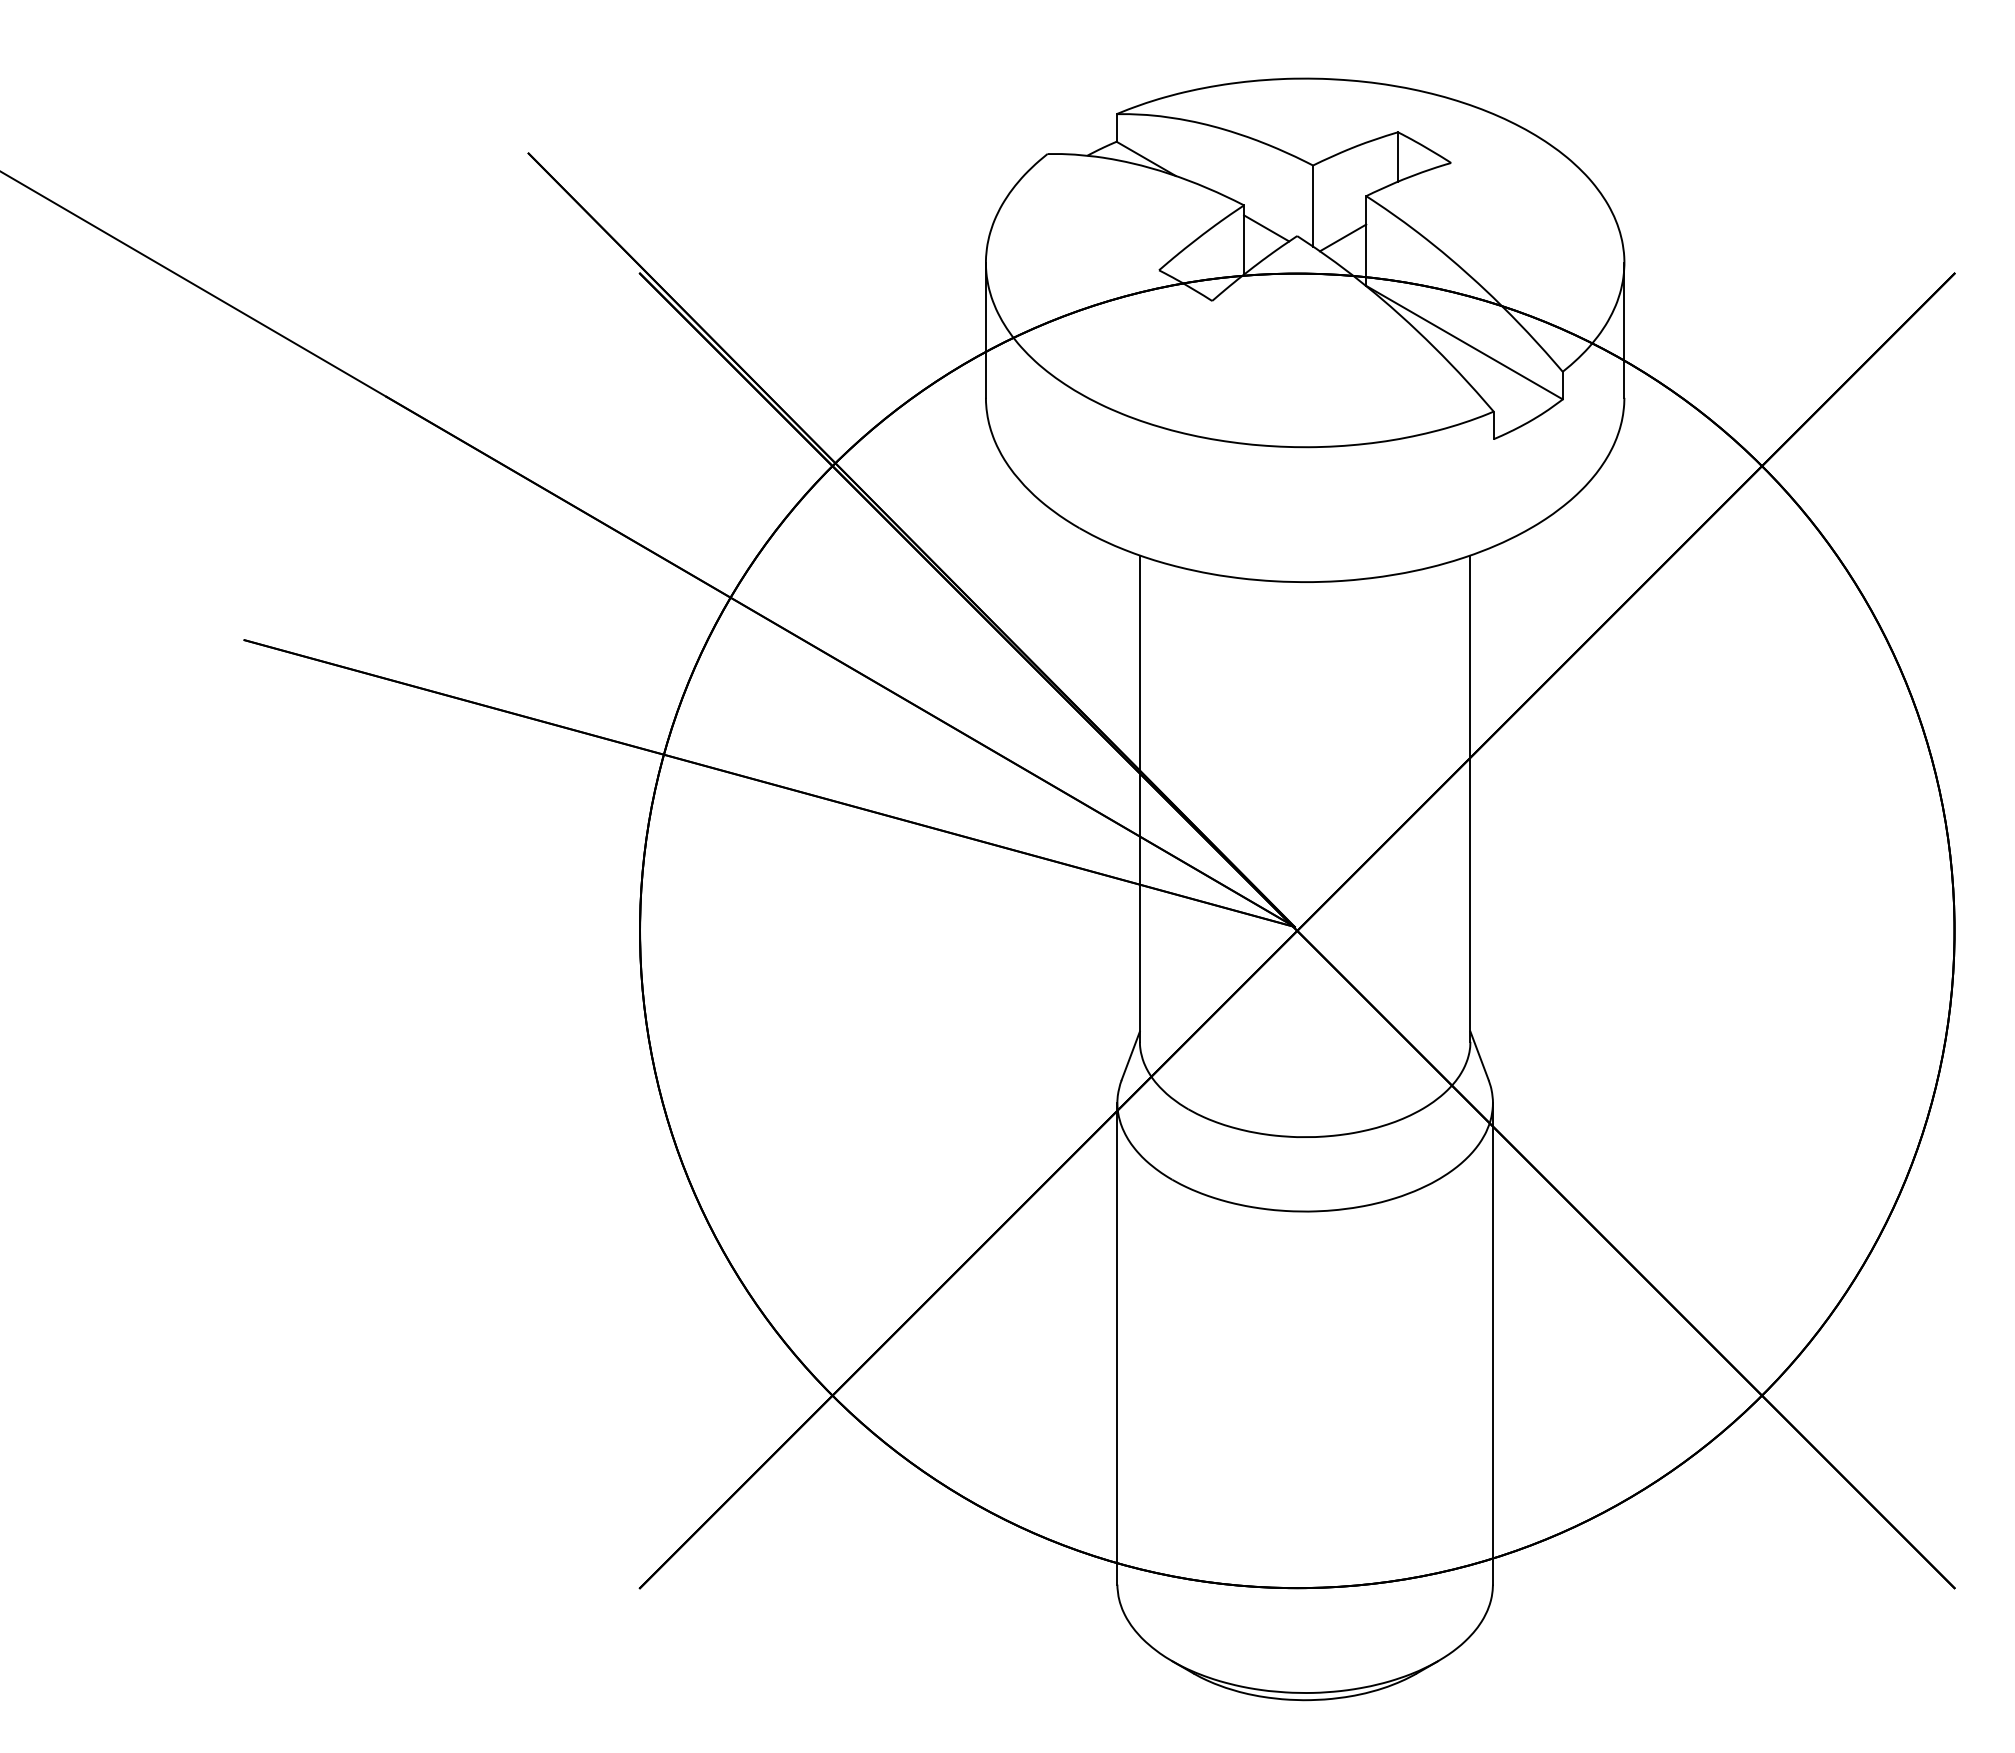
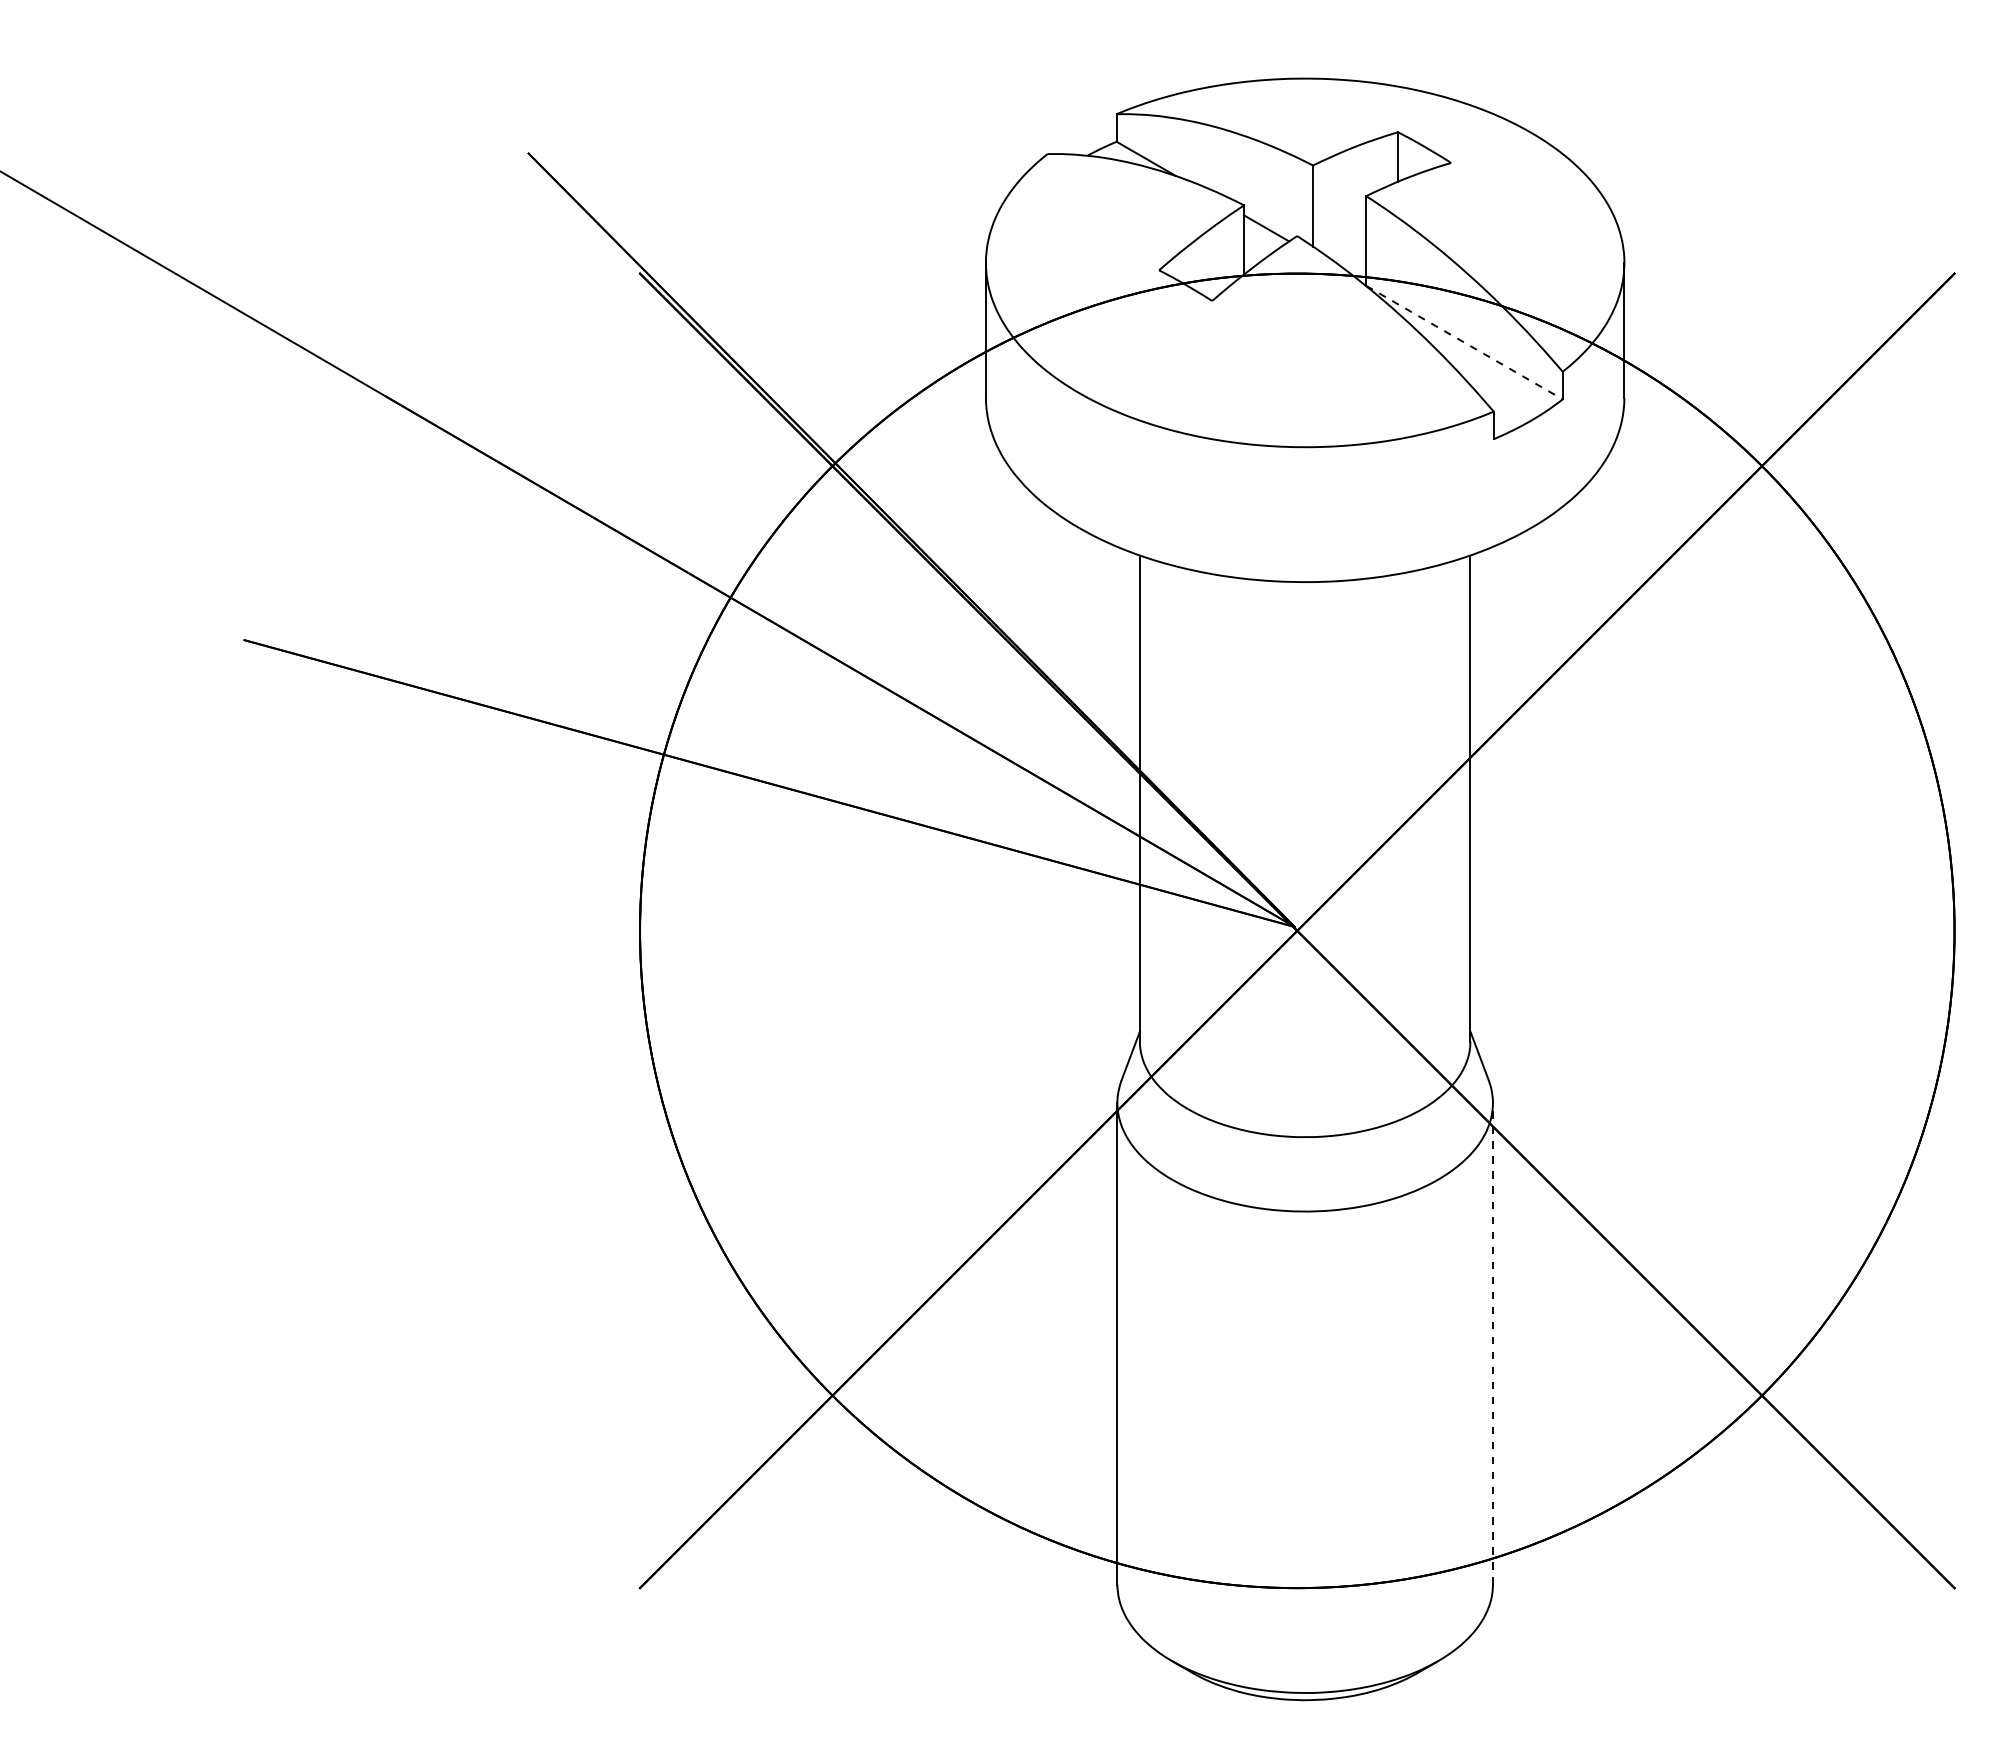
line at (1343, 237): present -> none
line at (1464, 342): solid -> dashed
line at (1492, 1343): solid -> dashed
